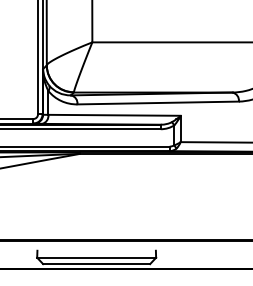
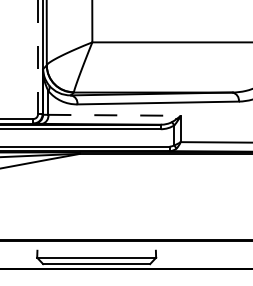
line at (37, 56): solid -> dashed
line at (115, 115): solid -> dashed
